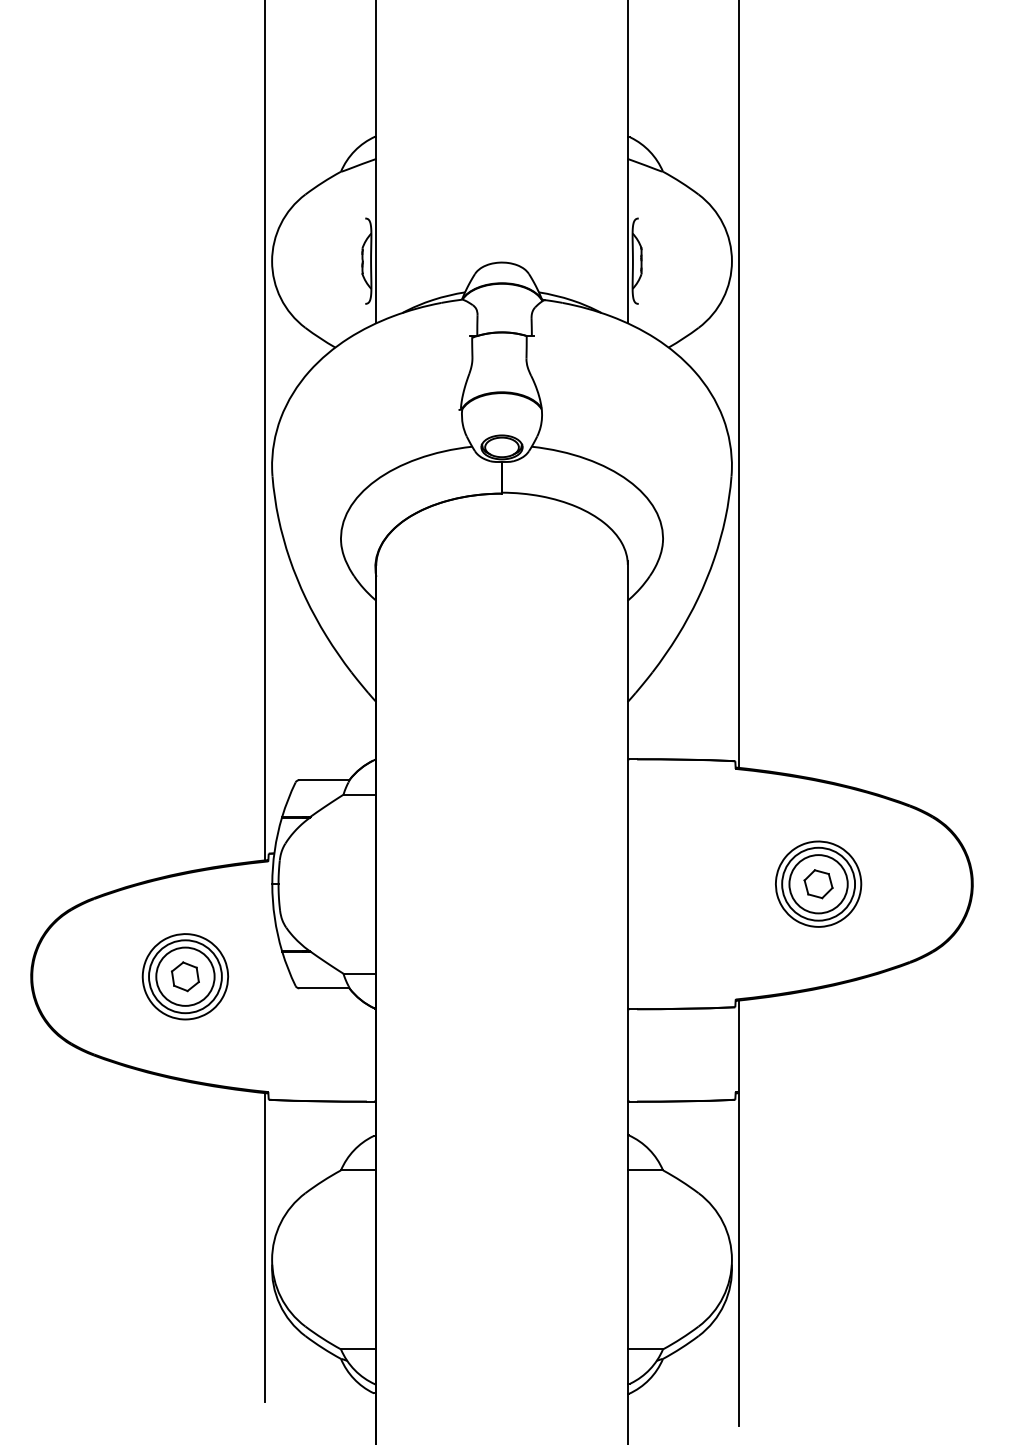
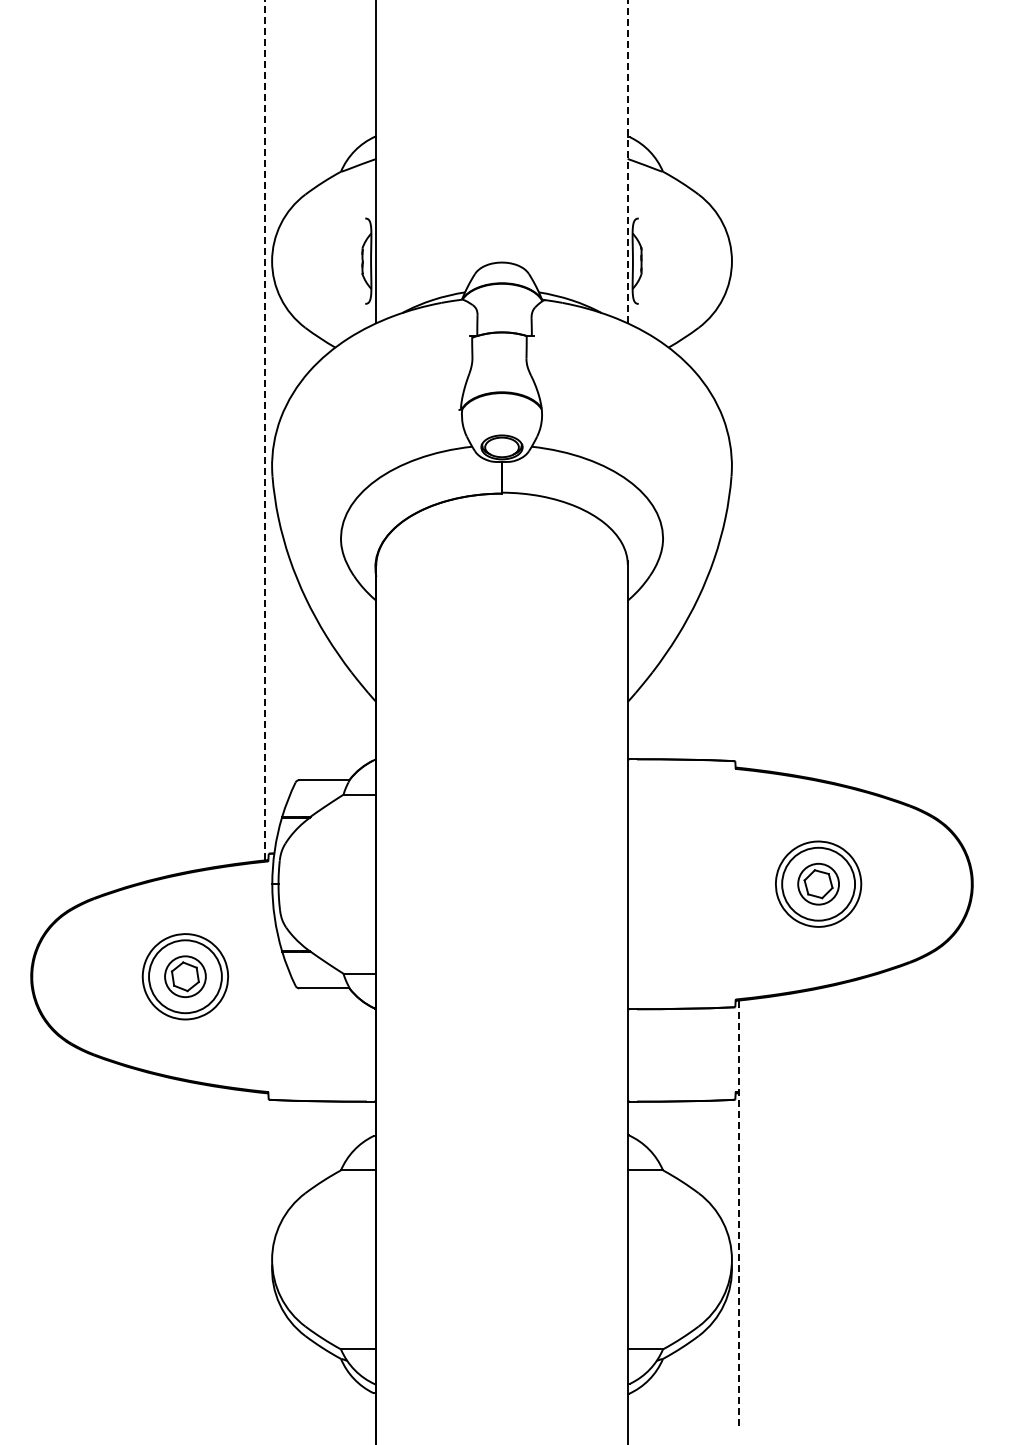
line at (627, 161): solid -> dashed
line at (739, 384): present -> none
line at (264, 430): solid -> dashed
circle at (818, 884) diameter: 58 px -> 41 px
circle at (185, 976) diameter: 58 px -> 41 px
line at (739, 1213): solid -> dashed
line at (264, 1247): present -> none
